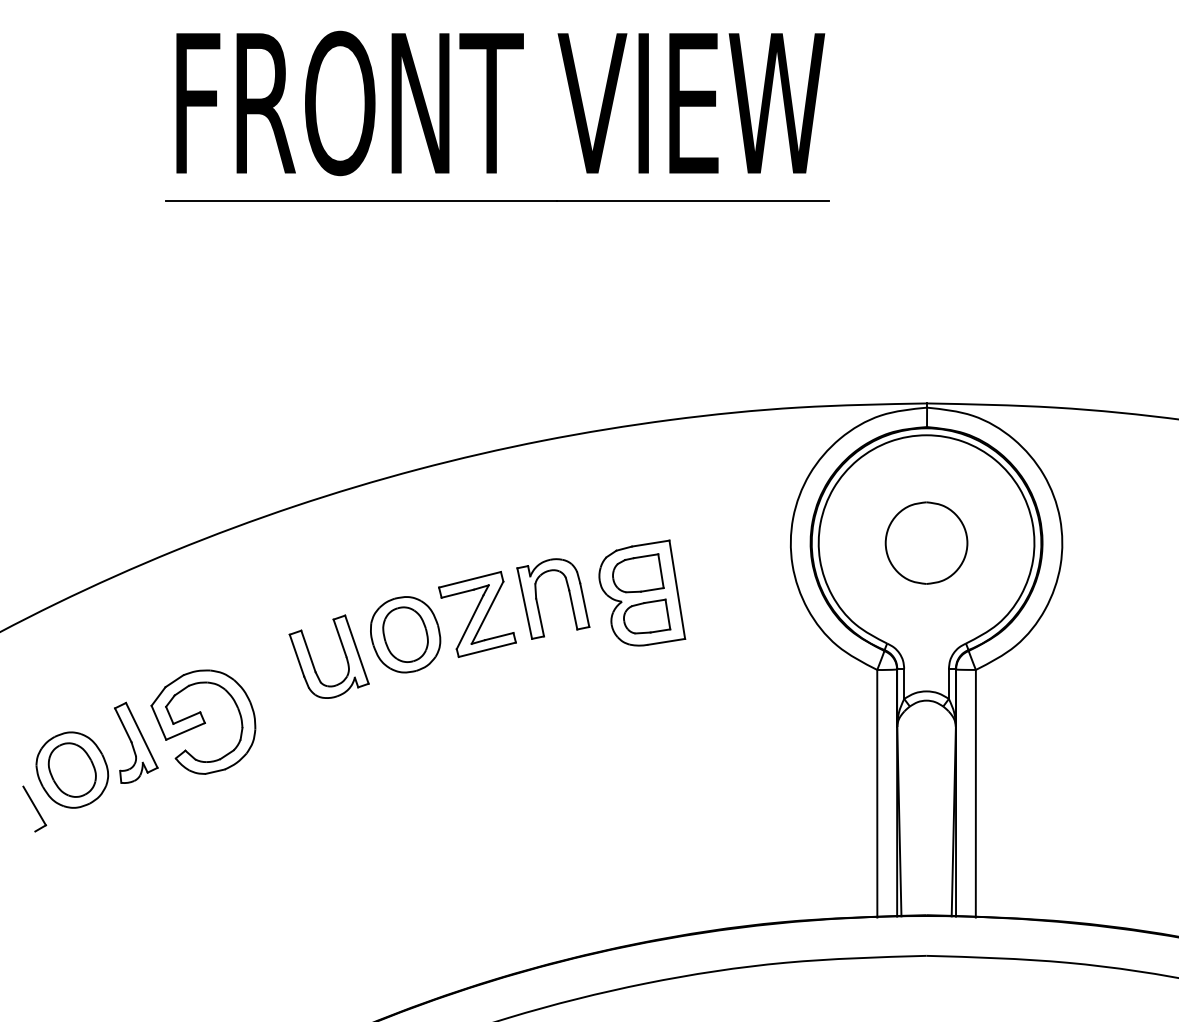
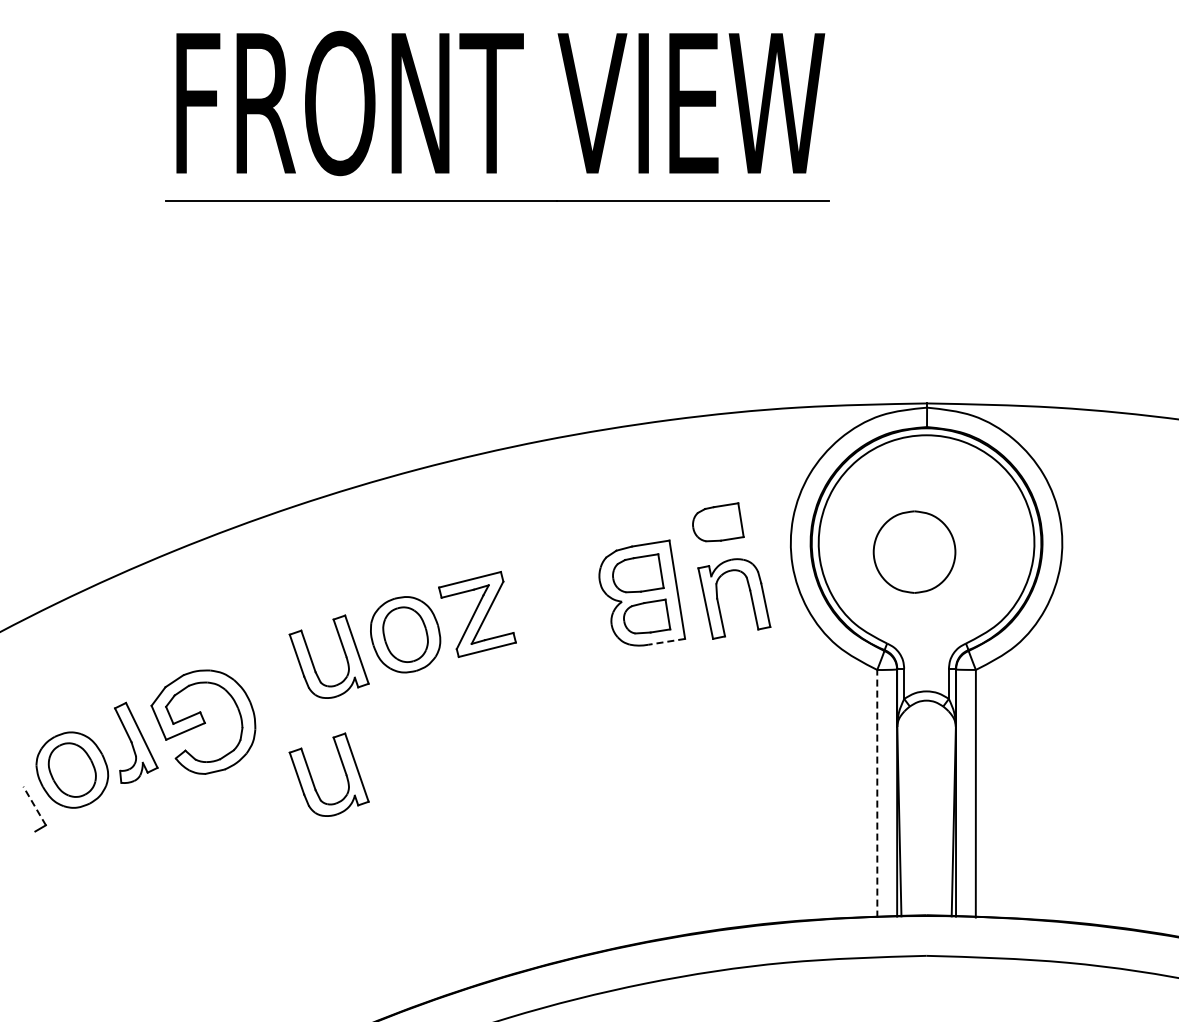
part at (718, 522): none -> present
part at (926, 542) position: (926, 542) -> (914, 551)
part at (538, 603) position: (538, 603) -> (719, 603)
line at (666, 641): solid -> dashed
part at (343, 769): none -> present
line at (877, 793): solid -> dashed
line at (34, 805): solid -> dashed
